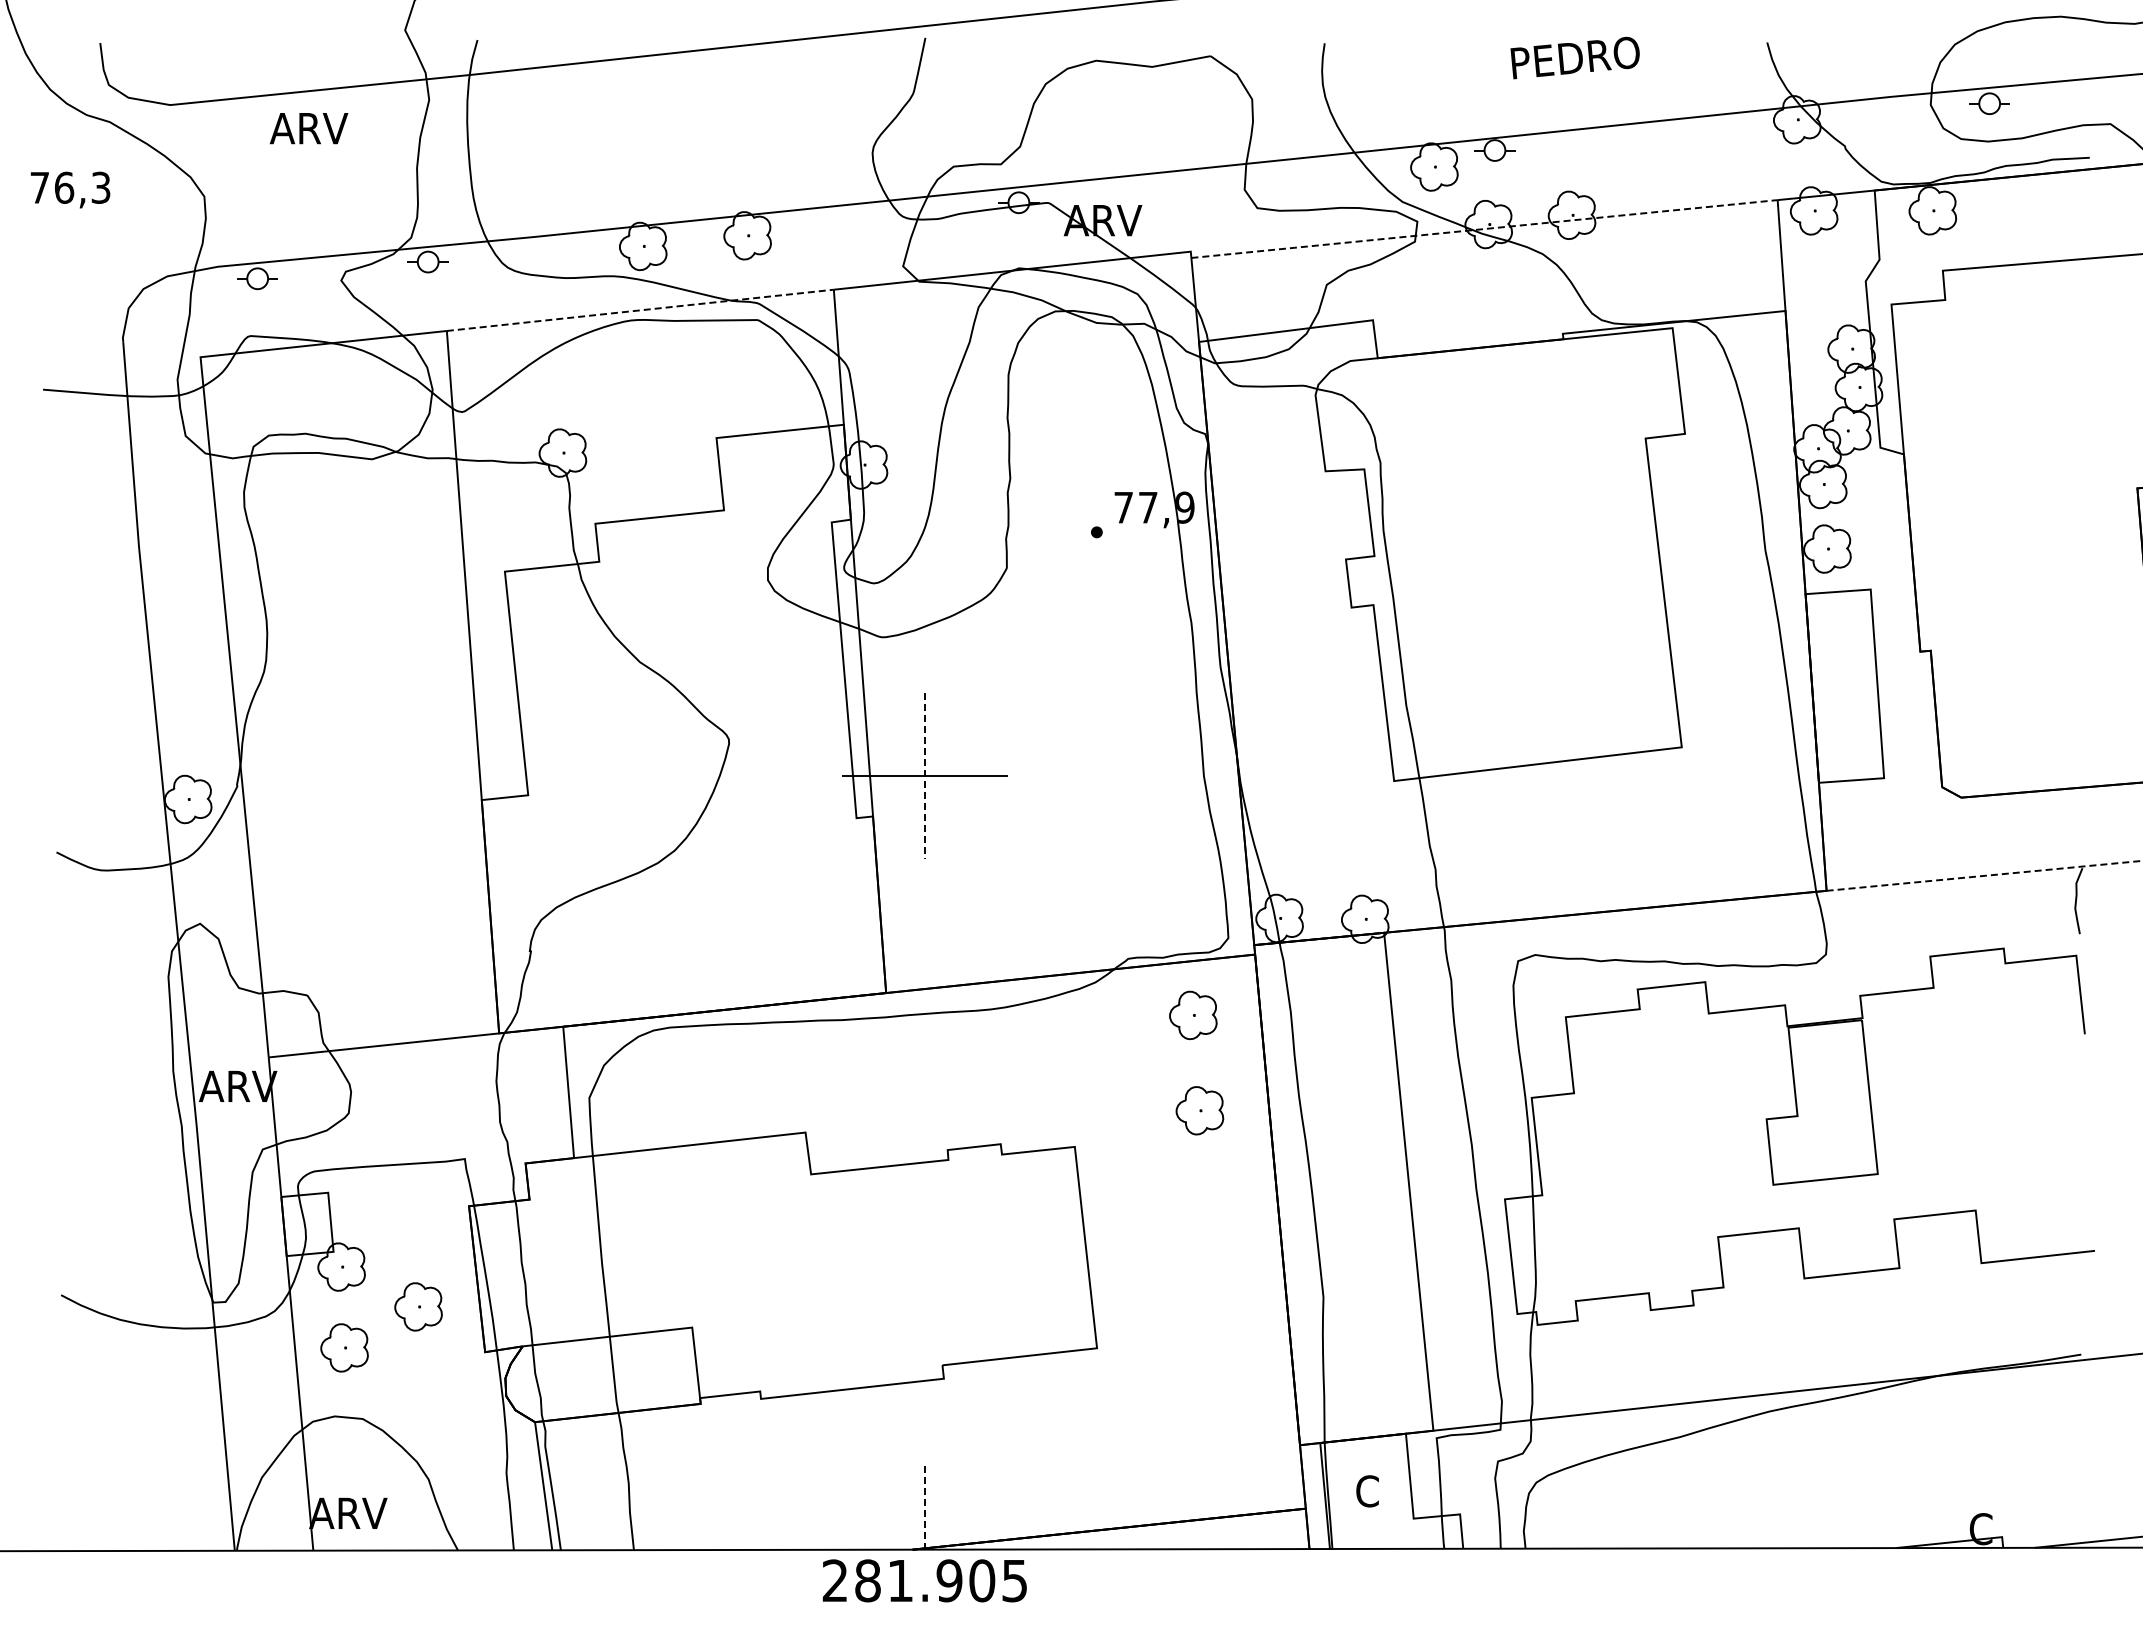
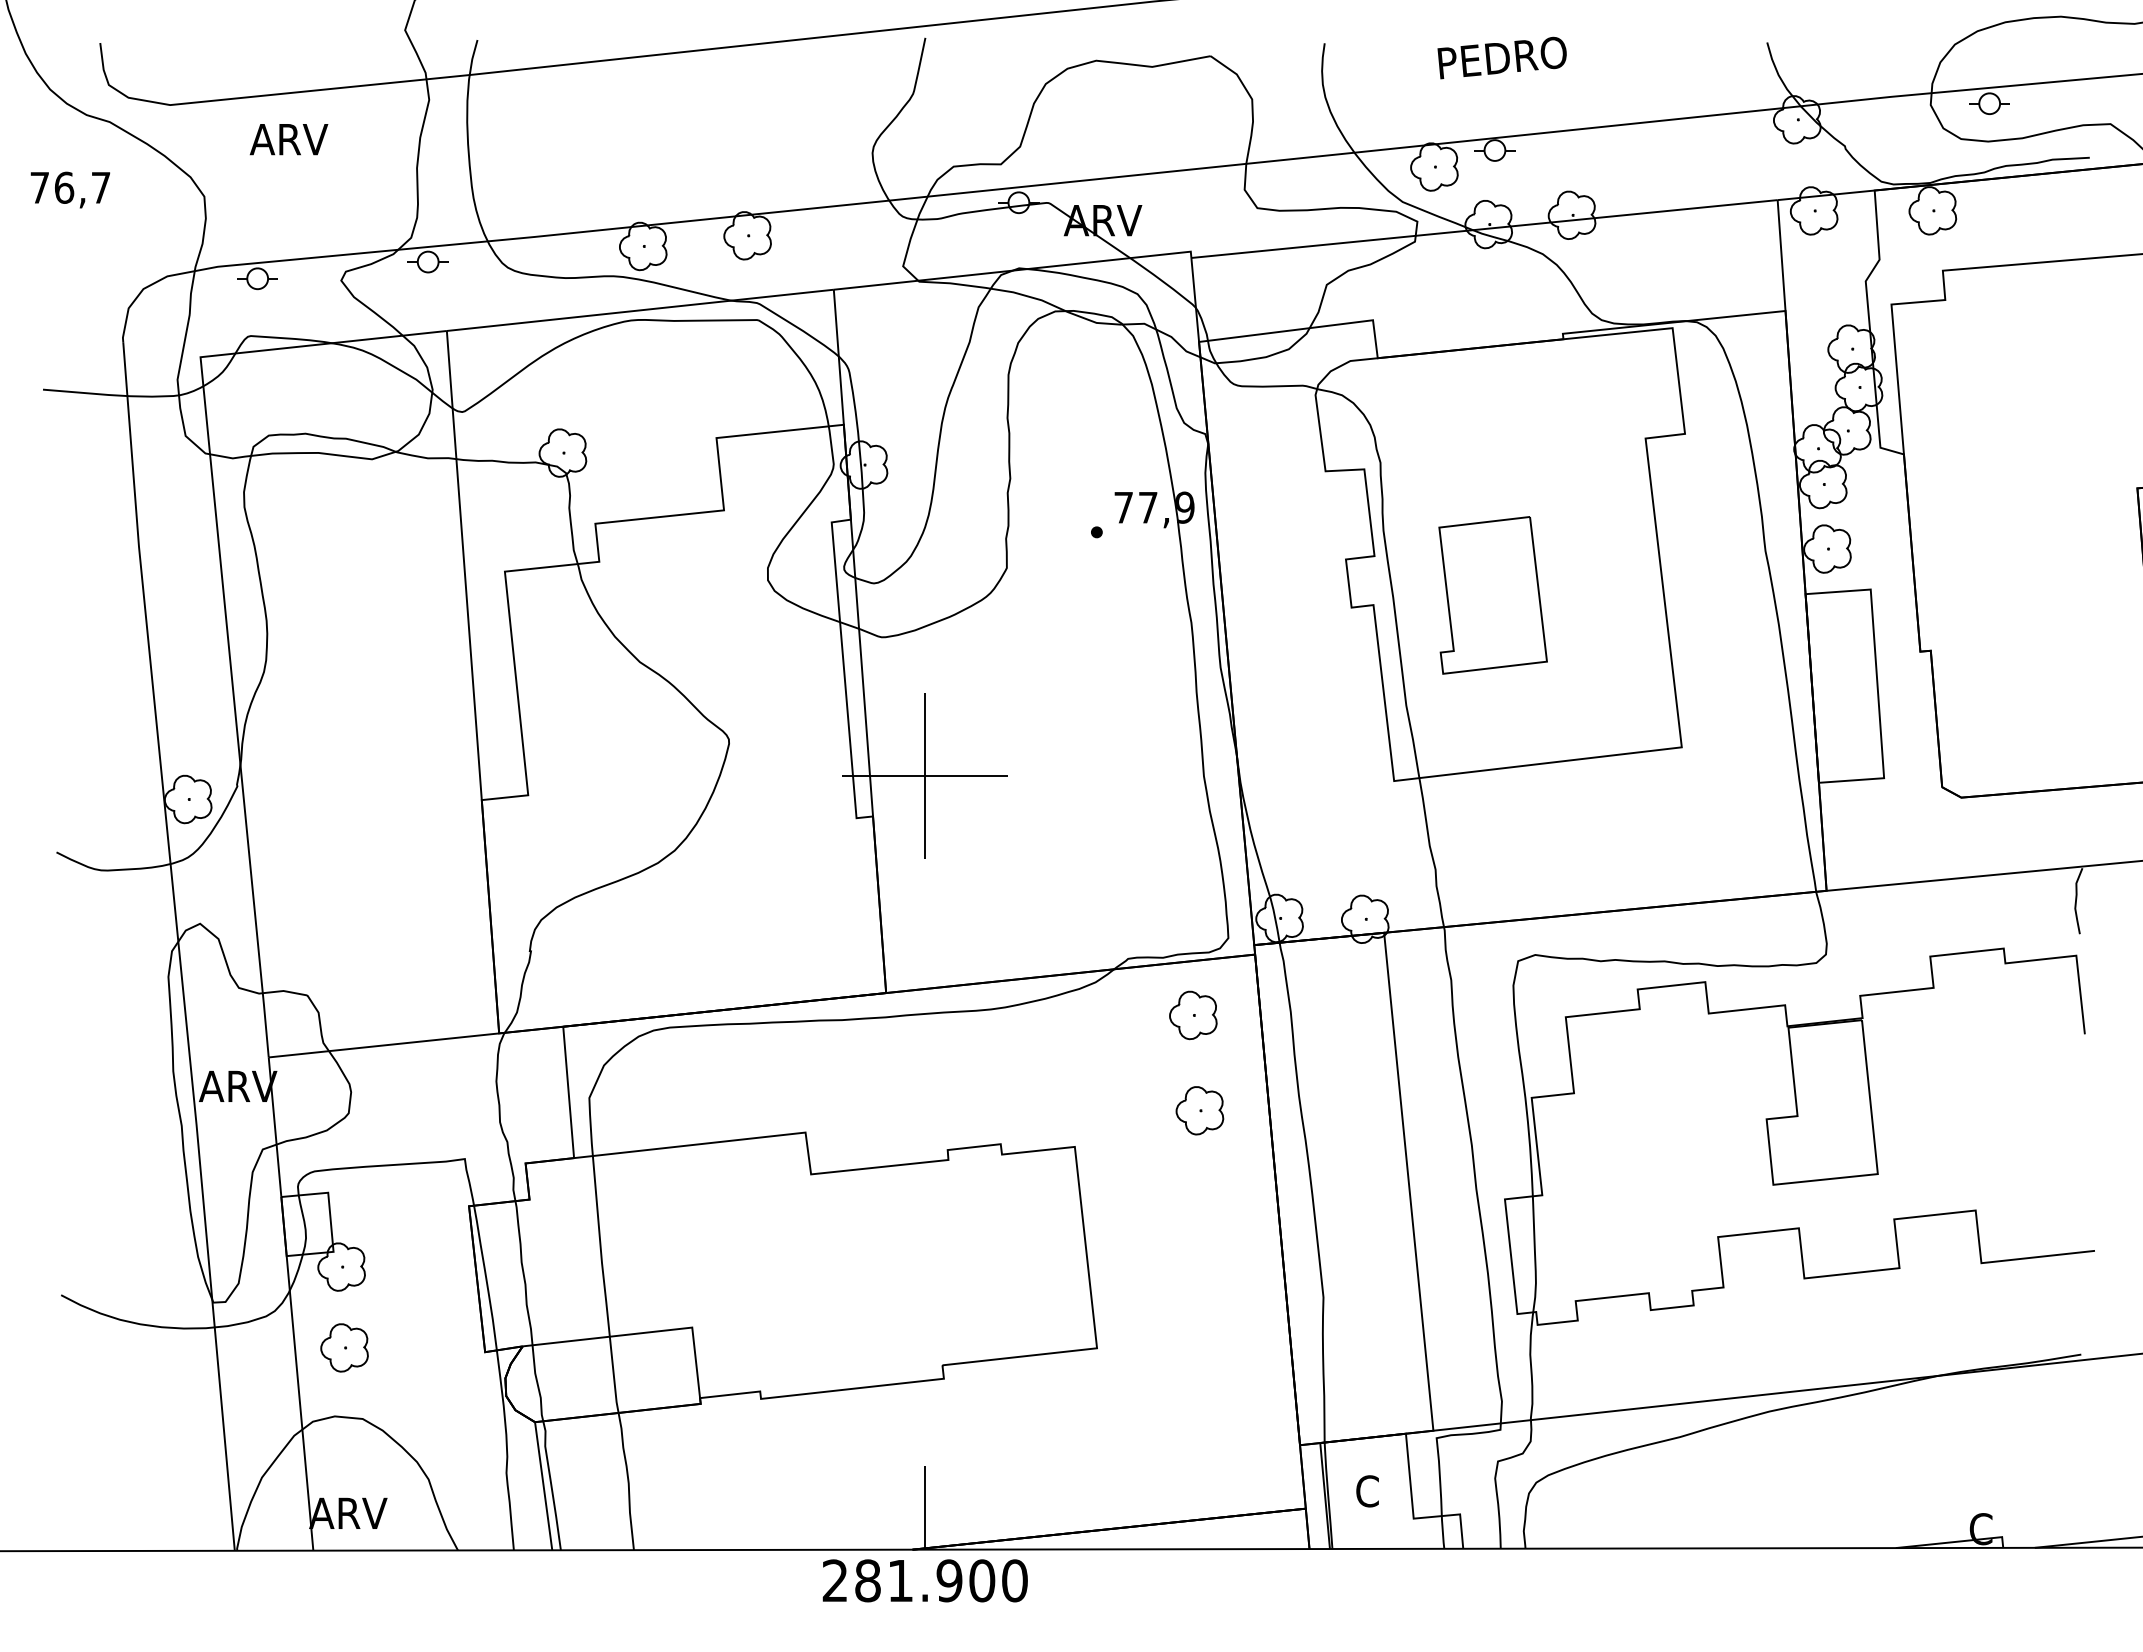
text at (1574, 57) position: (1574, 57) -> (1501, 57)
text at (308, 128) position: (308, 128) -> (288, 139)
text at (100, 187): 76,3 -> 76,7
line at (1484, 229): dashed -> solid
line at (640, 310): dashed -> solid
part at (1492, 595): none -> present
line at (925, 776): dashed -> solid
line at (1984, 875): dashed -> solid
part at (418, 1306): present -> none
line at (925, 1508): dashed -> solid
text at (1014, 1580): 281.905 -> 281.900
